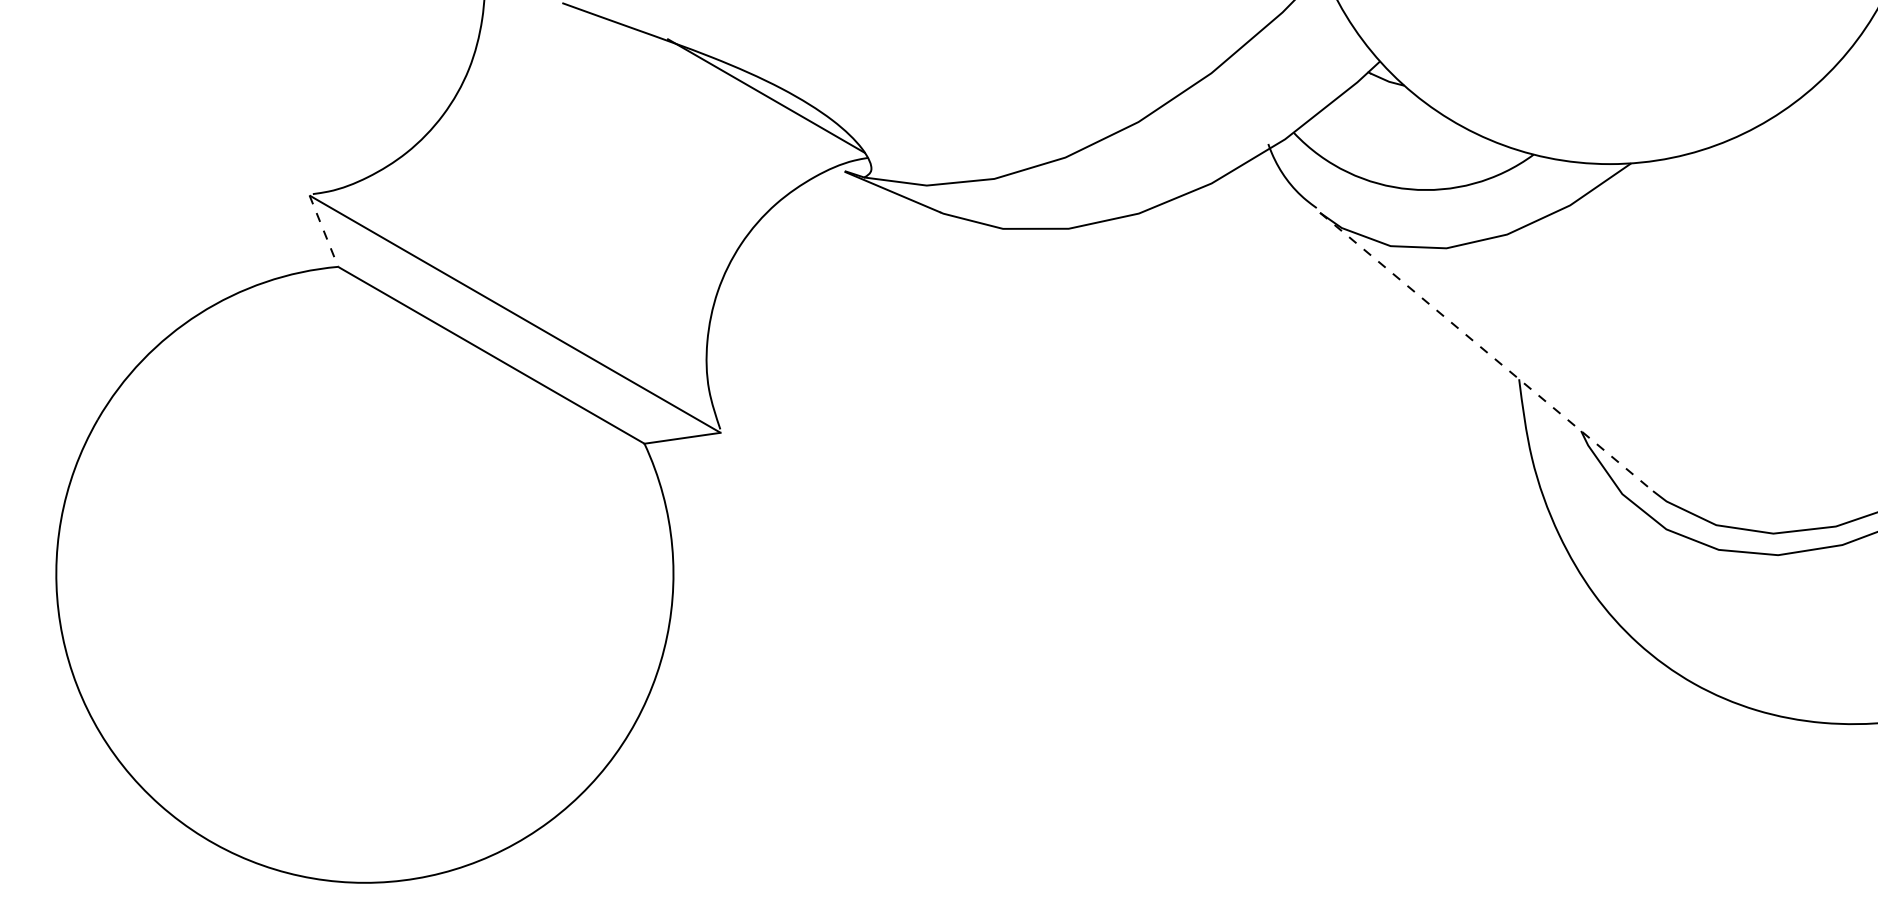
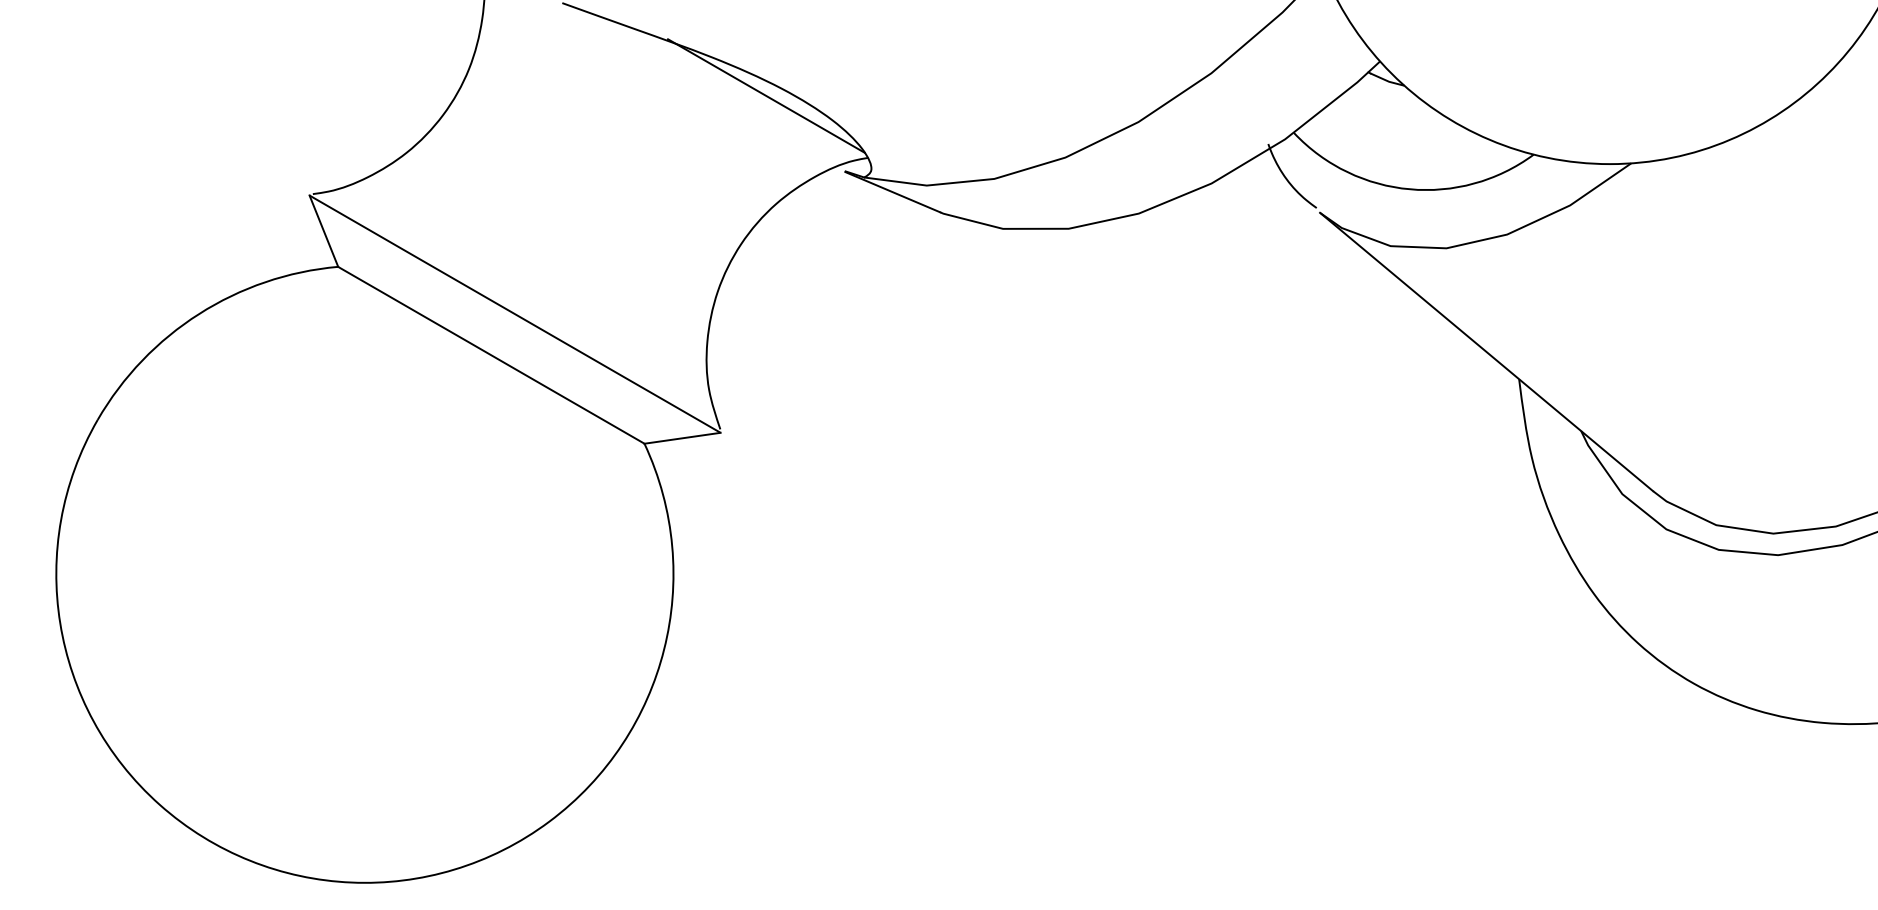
line at (324, 231): dashed -> solid
line at (1486, 351): dashed -> solid
